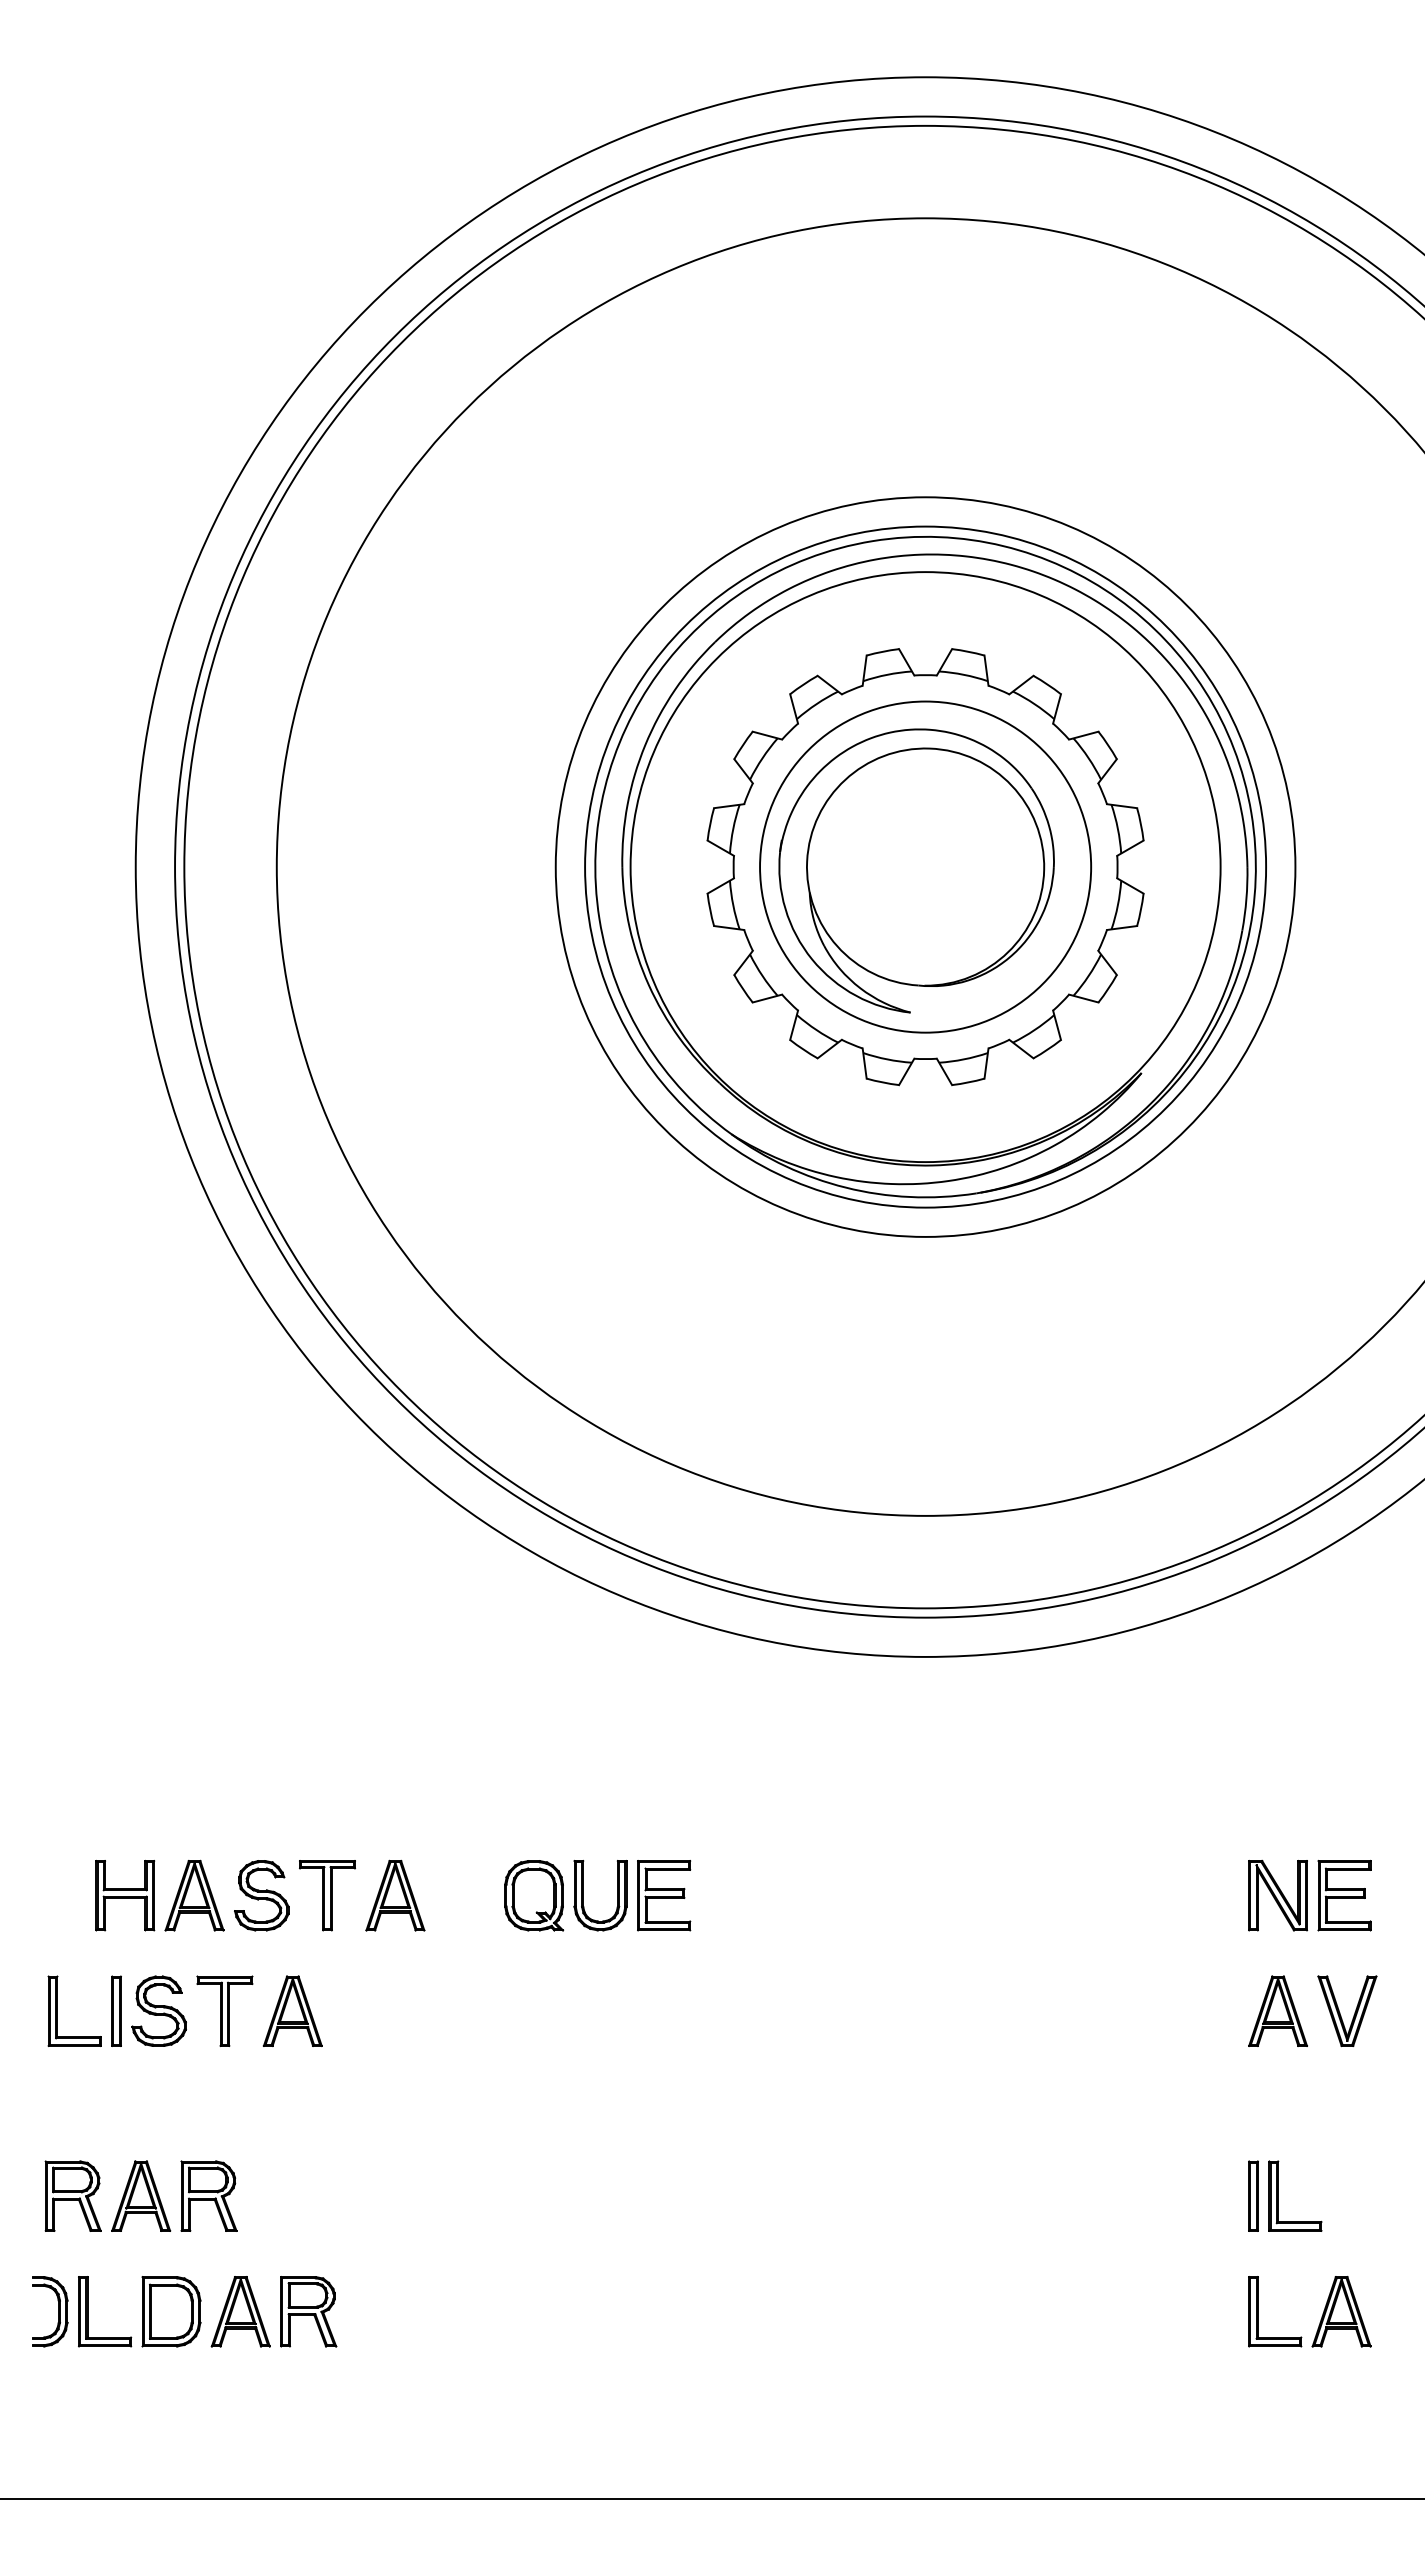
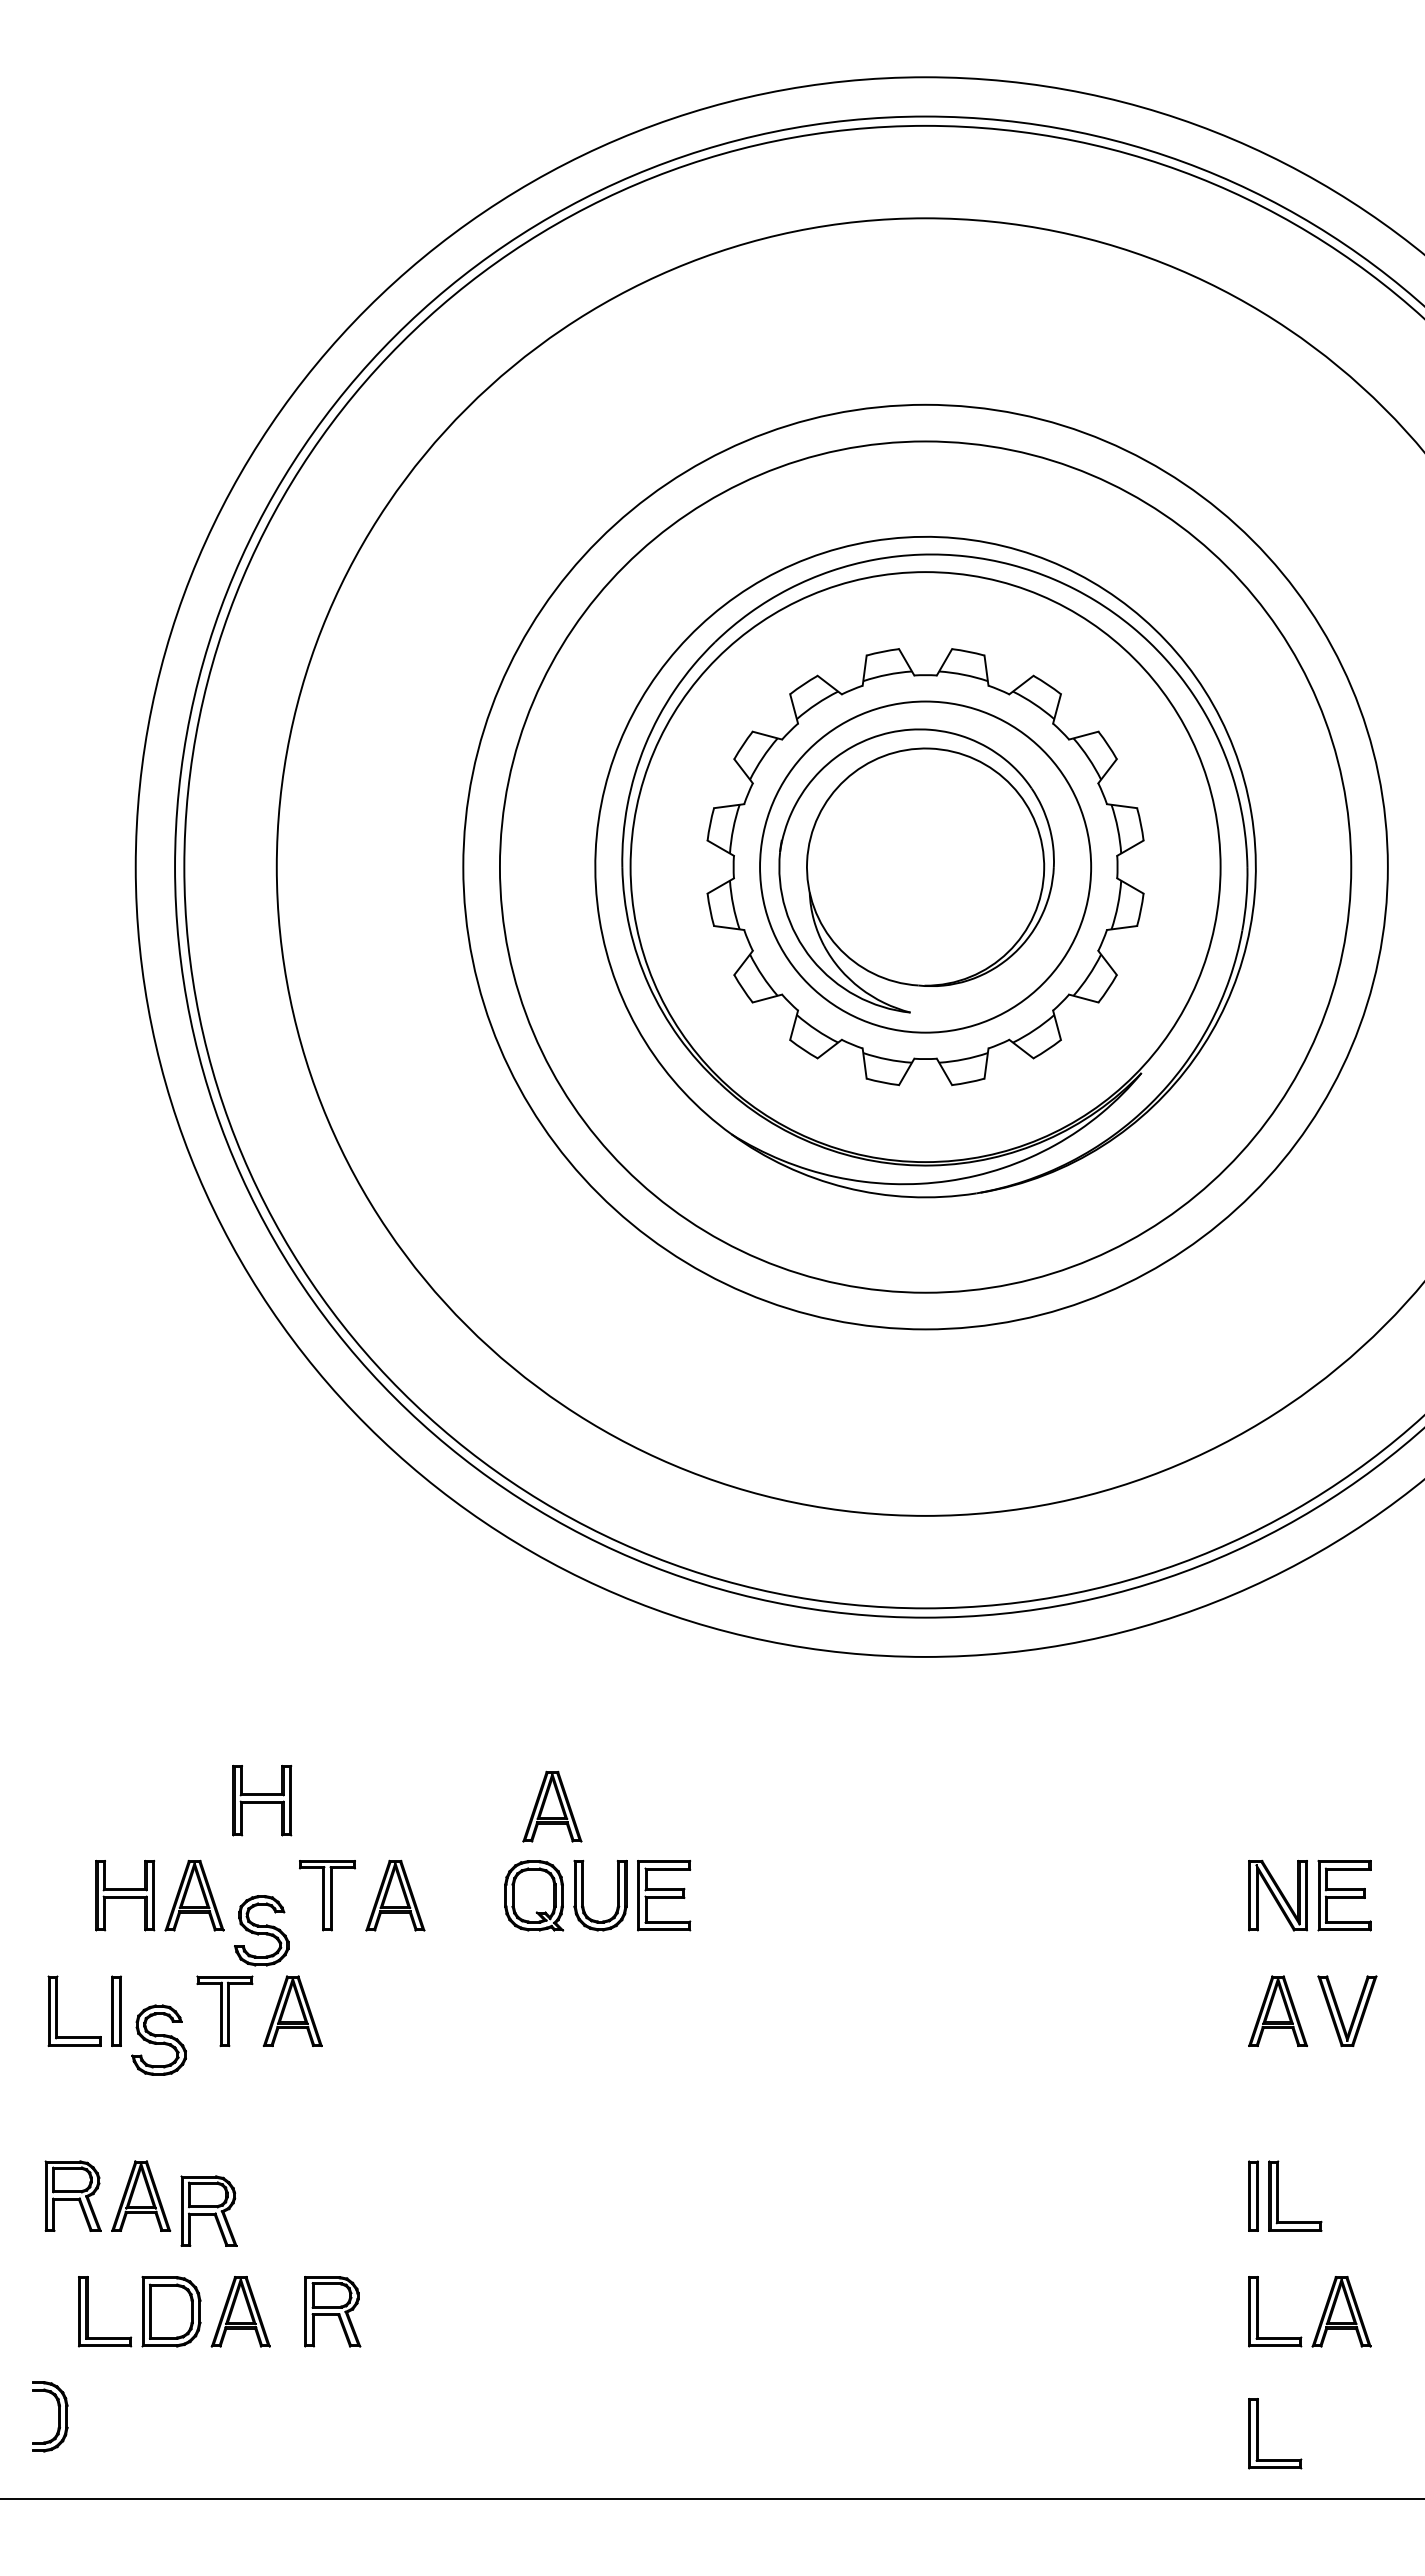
circle at (925, 866) diameter: 681 px -> 851 px
circle at (925, 866) diameter: 740 px -> 925 px
part at (262, 1800): none -> present
part at (552, 1806): none -> present
part at (261, 1895) position: (261, 1895) -> (261, 1930)
part at (158, 2010) position: (158, 2010) -> (158, 2039)
part at (208, 2195) position: (208, 2195) -> (208, 2210)
part at (58, 2311) position: (58, 2311) -> (58, 2416)
part at (308, 2311) position: (308, 2311) -> (332, 2311)
part at (1258, 2433): none -> present
